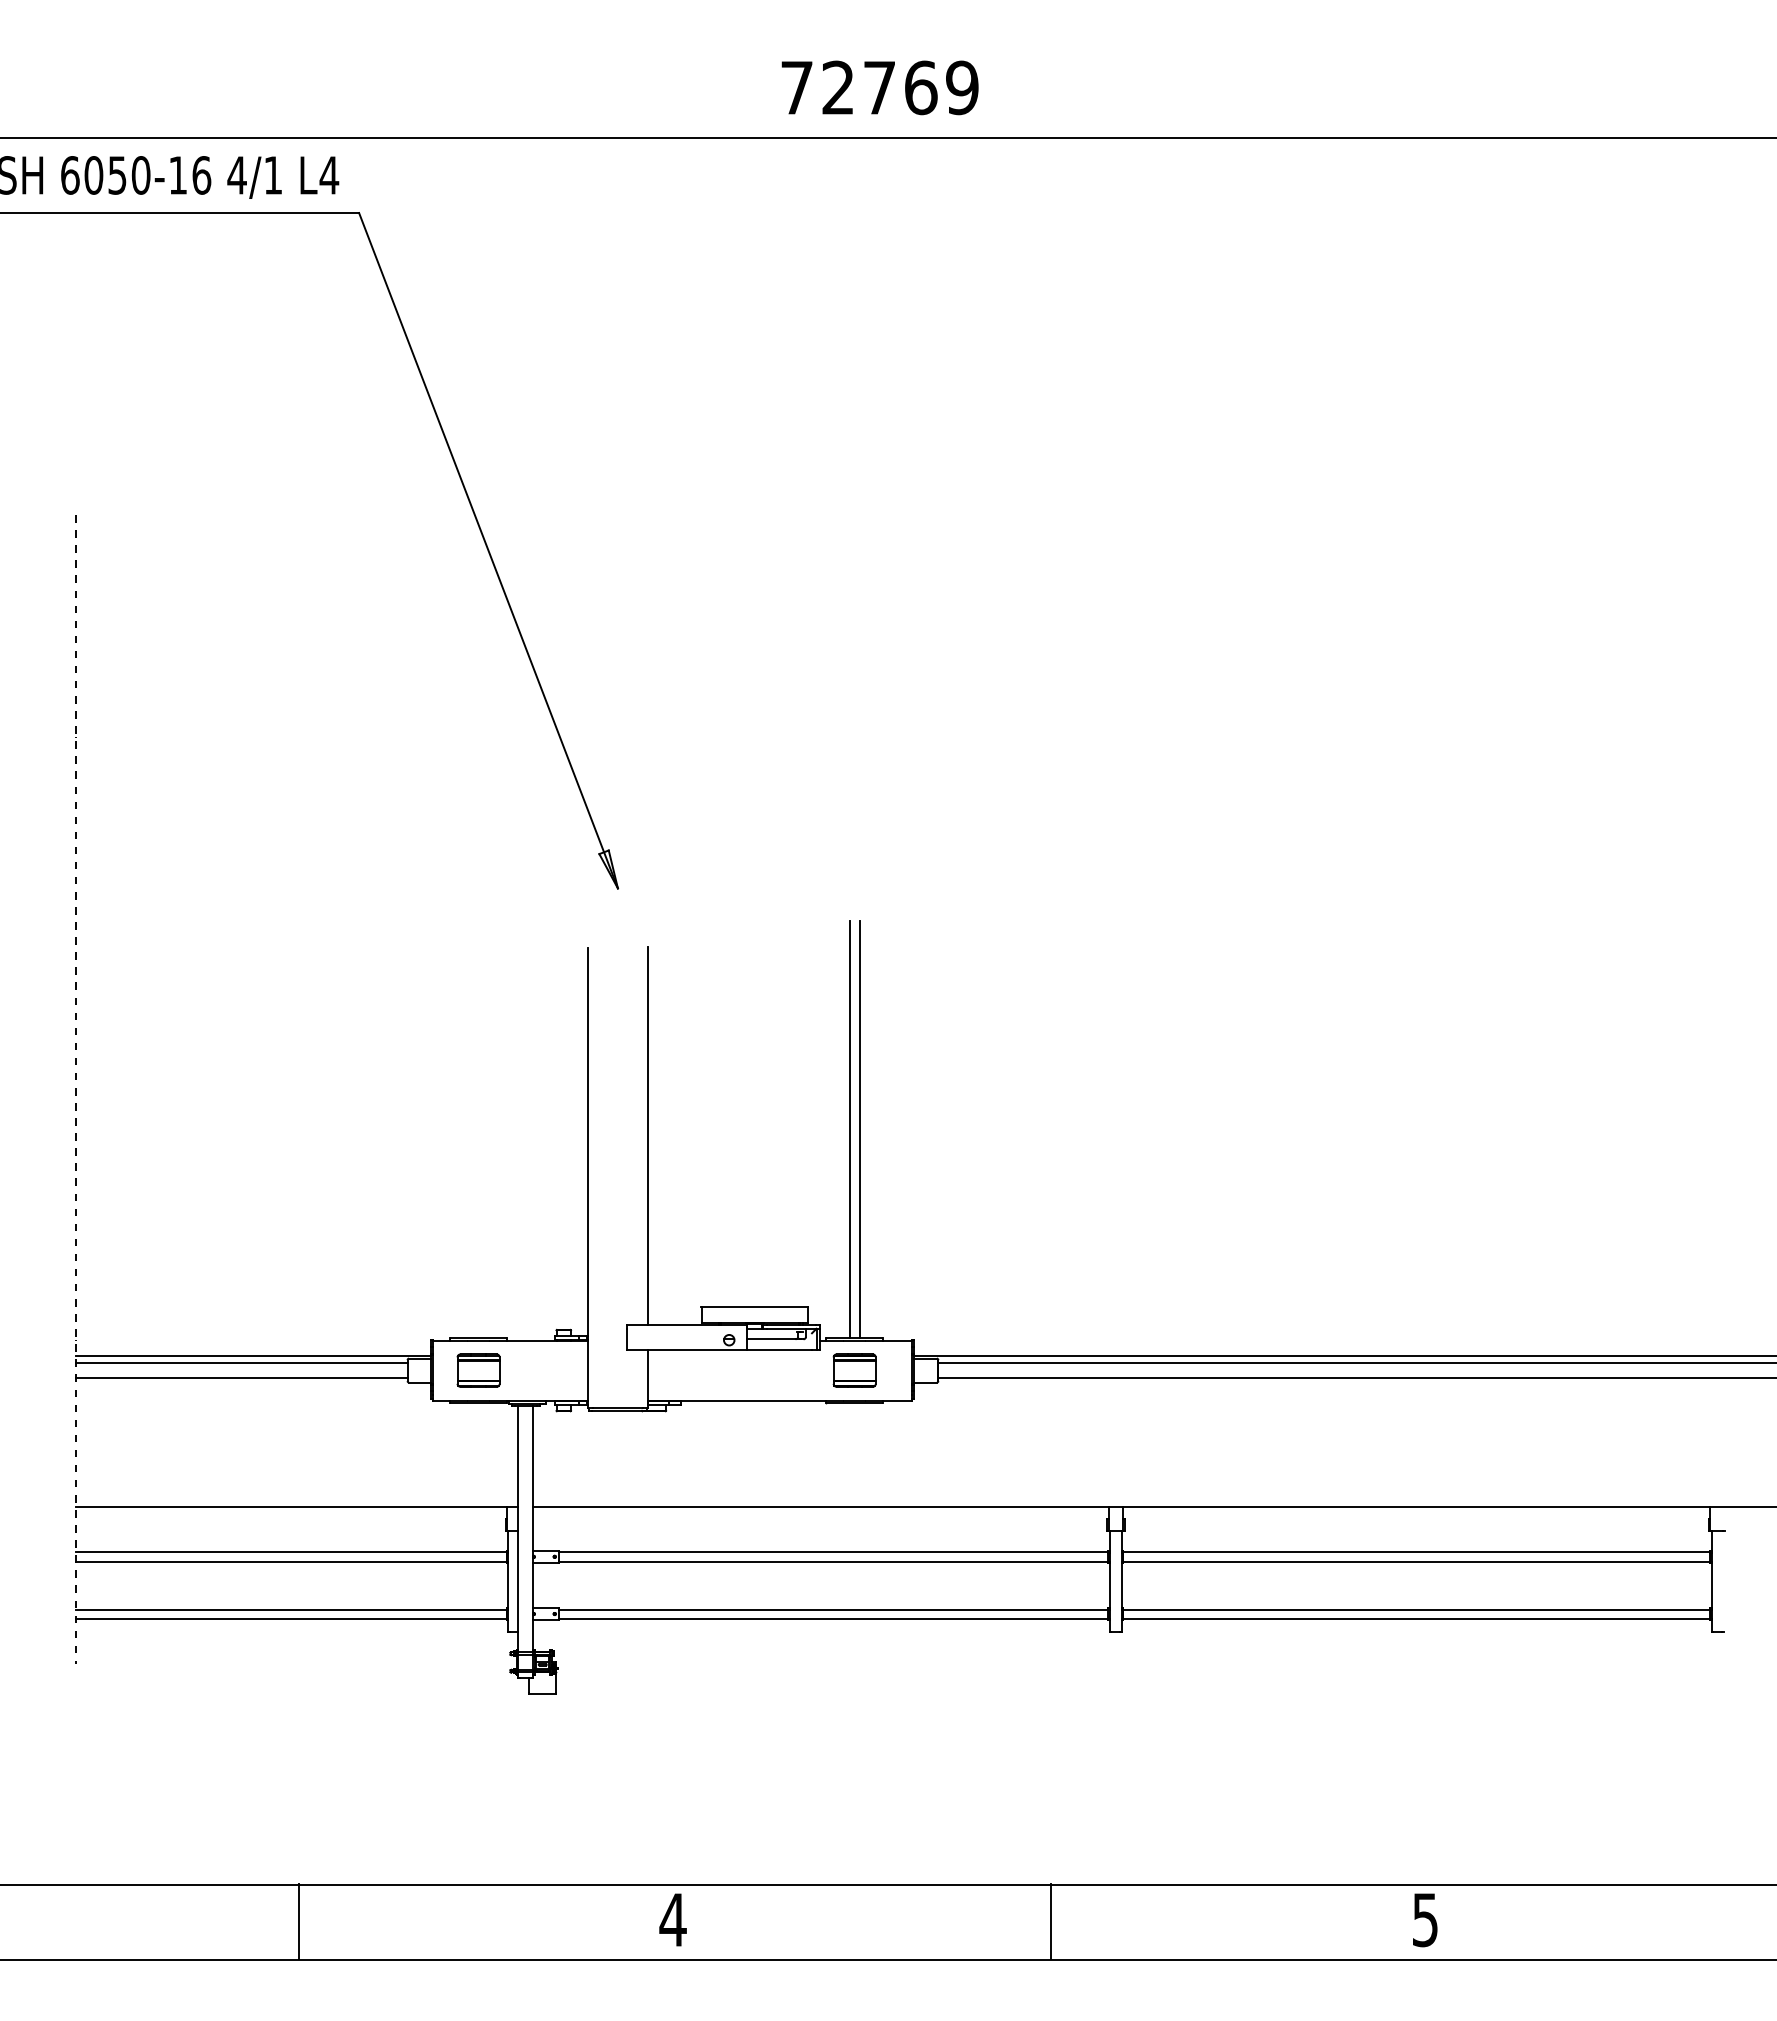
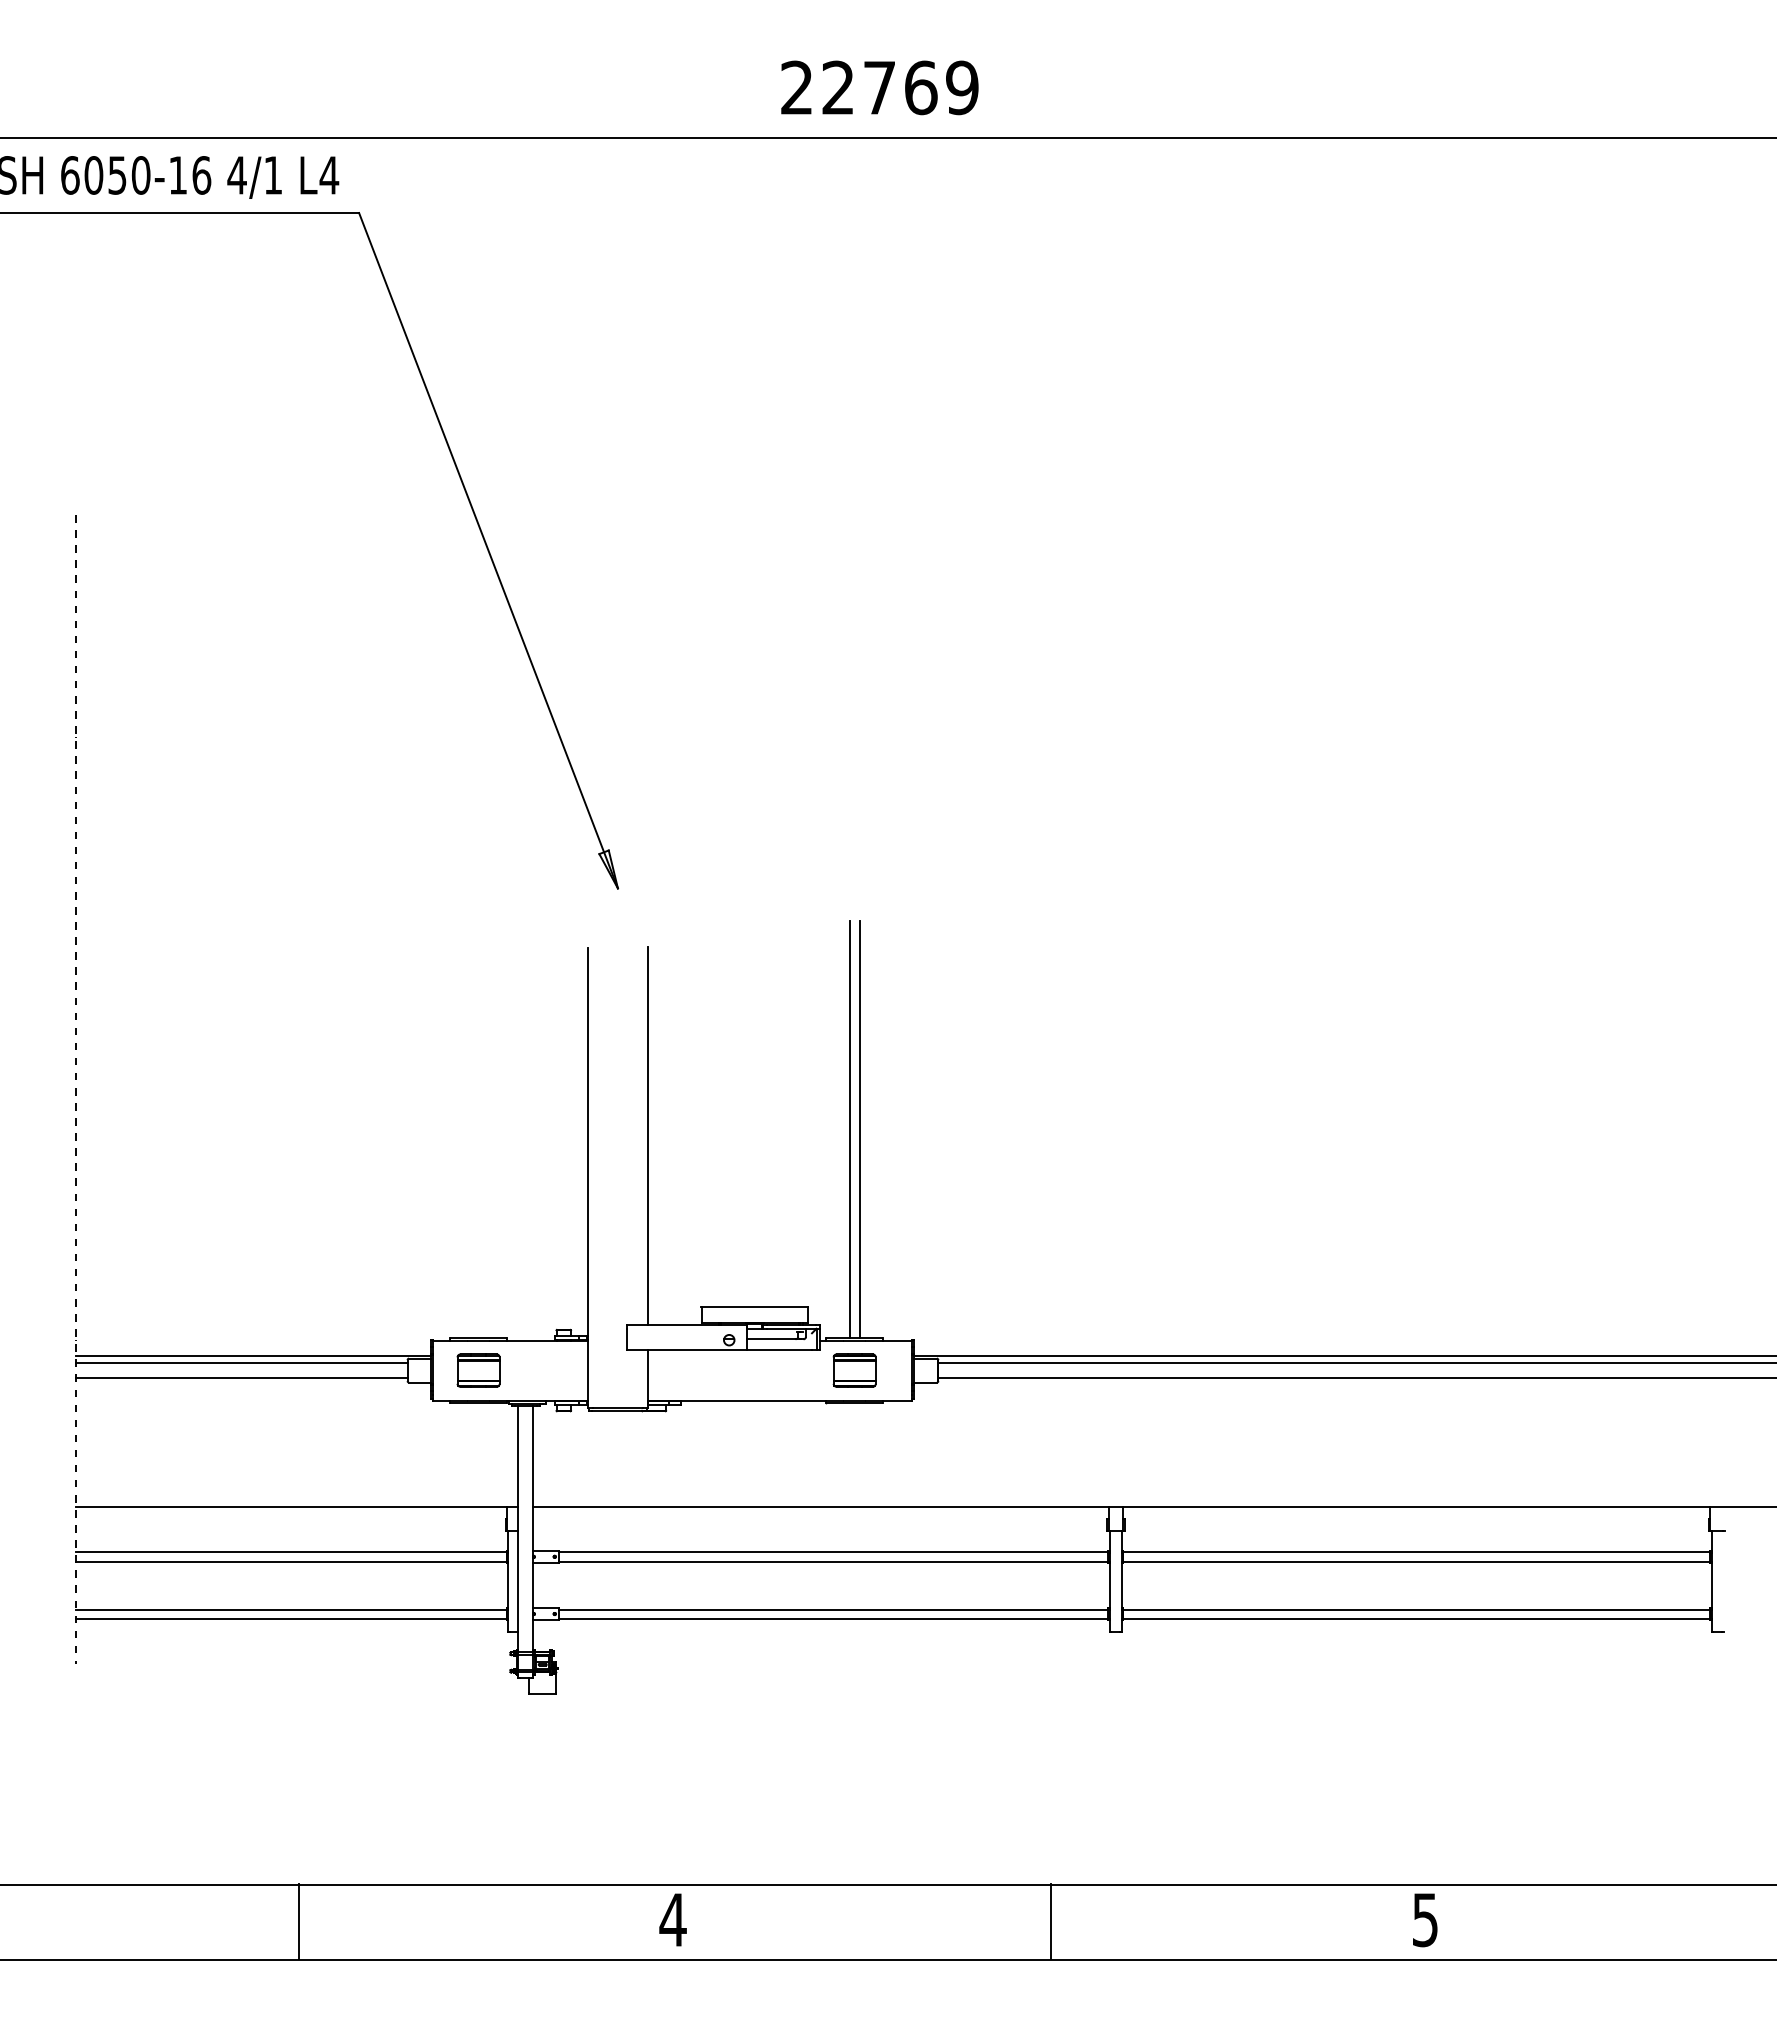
text at (796, 87): 72769 -> 22769
